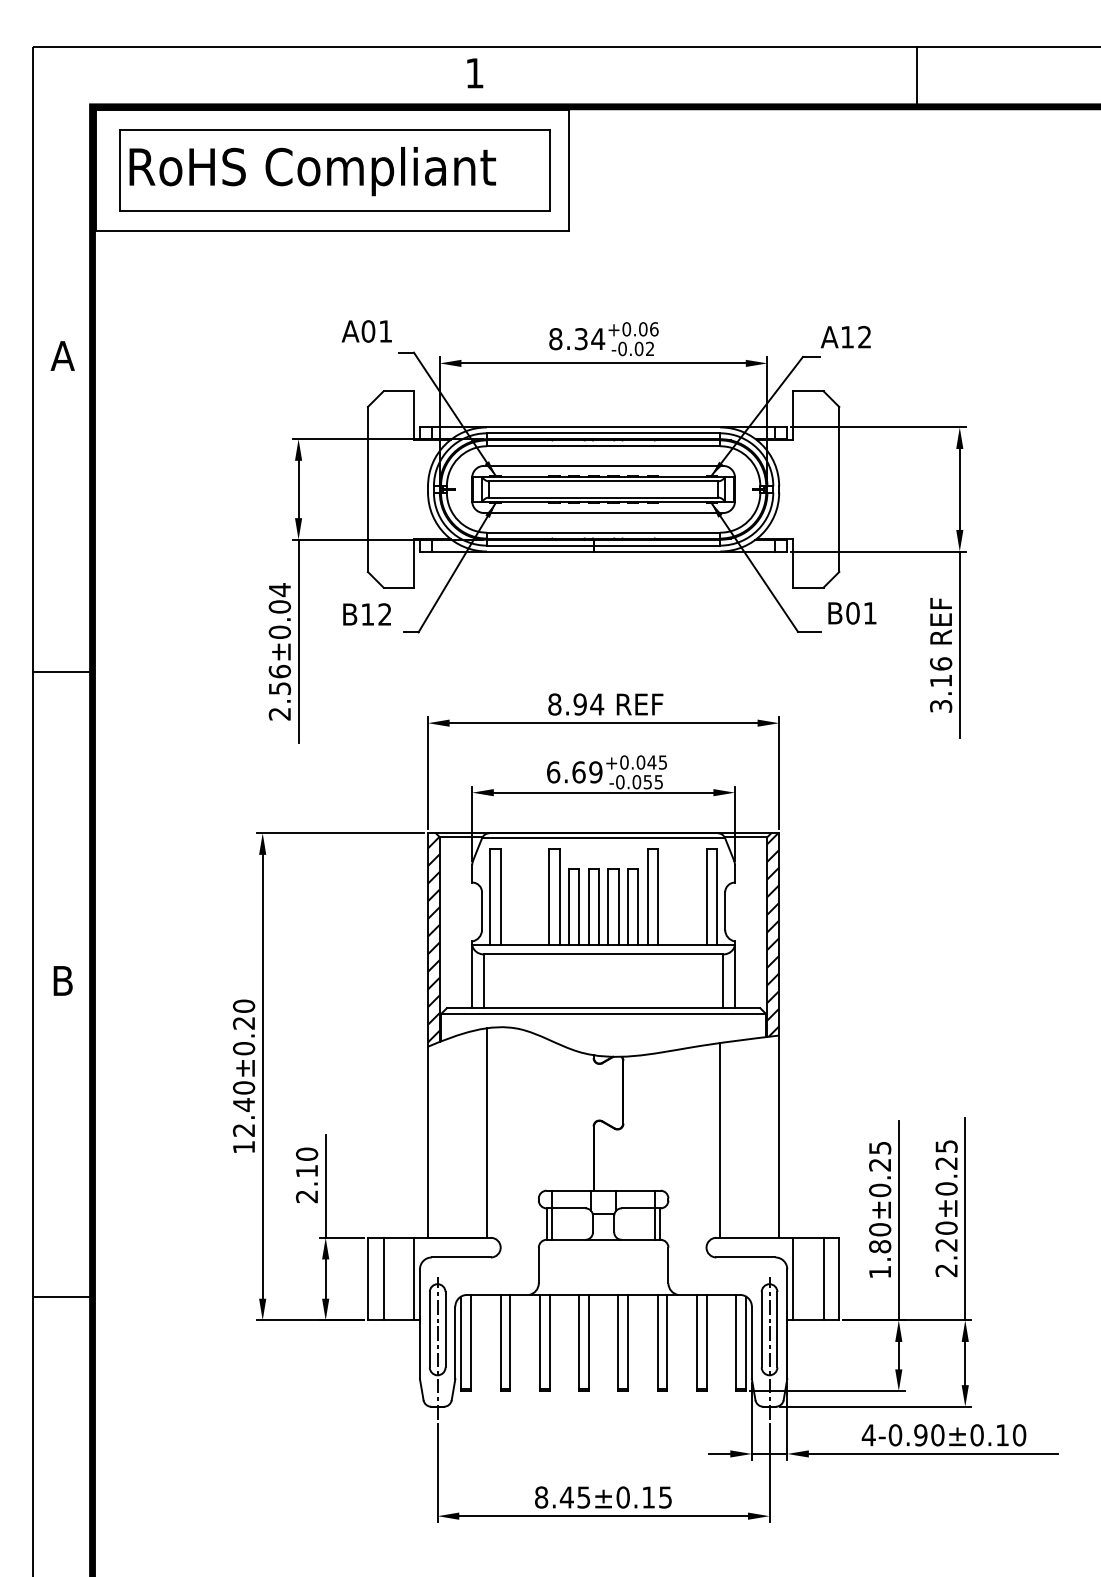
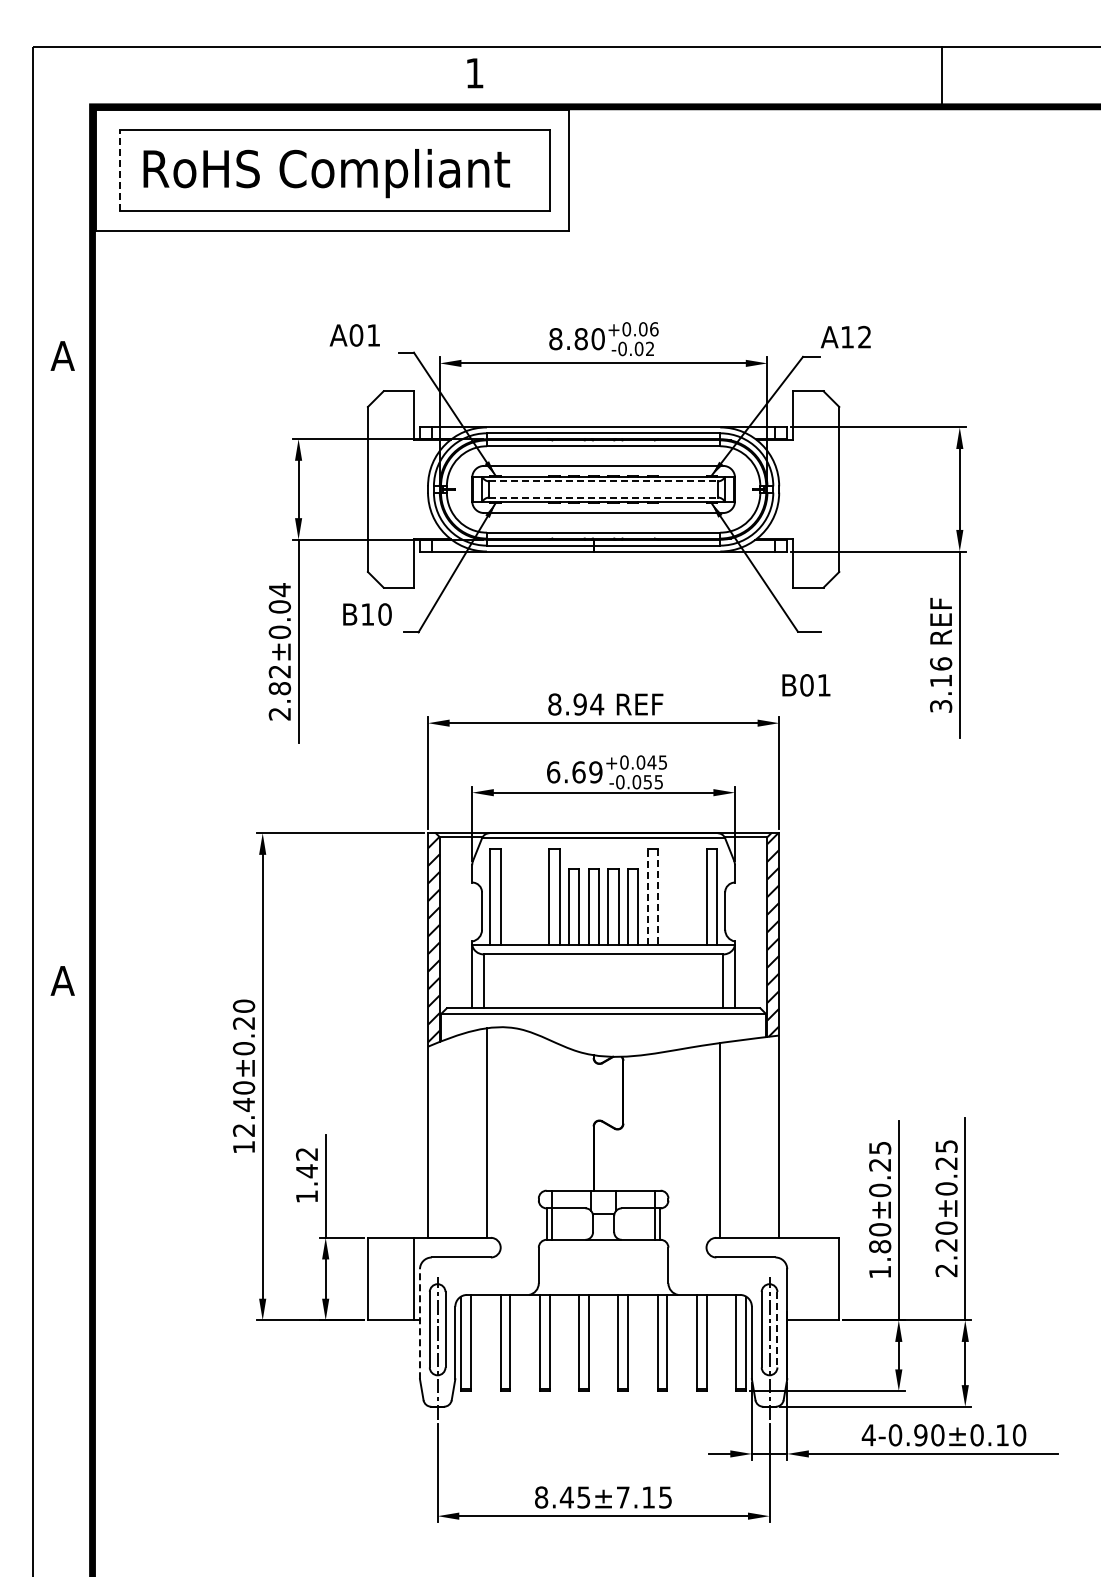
line at (916, 76) position: (916, 76) -> (941, 76)
line at (120, 170): solid -> dashed
text at (312, 171) position: (312, 171) -> (326, 173)
text at (366, 331) position: (366, 331) -> (354, 335)
text at (589, 339): 8.34 -> 8.80
line at (604, 481): solid -> dashed
line at (604, 497): solid -> dashed
text at (852, 613) position: (852, 613) -> (806, 685)
text at (384, 614): B12 -> B10
line at (62, 672): present -> none
text at (279, 679): 2.56±0.04 -> 2.82±0.04
line at (647, 897): solid -> dashed
line at (657, 897): solid -> dashed
text at (62, 980): B -> A
text at (306, 1175): 2.10 -> 1.42
line at (383, 1278): present -> none
line at (792, 1278): present -> none
line at (823, 1278): present -> none
line at (62, 1297): present -> none
line at (419, 1324): solid -> dashed
line at (777, 1329): solid -> dashed
text at (622, 1497): 8.45±0.15 -> 8.45±7.15
